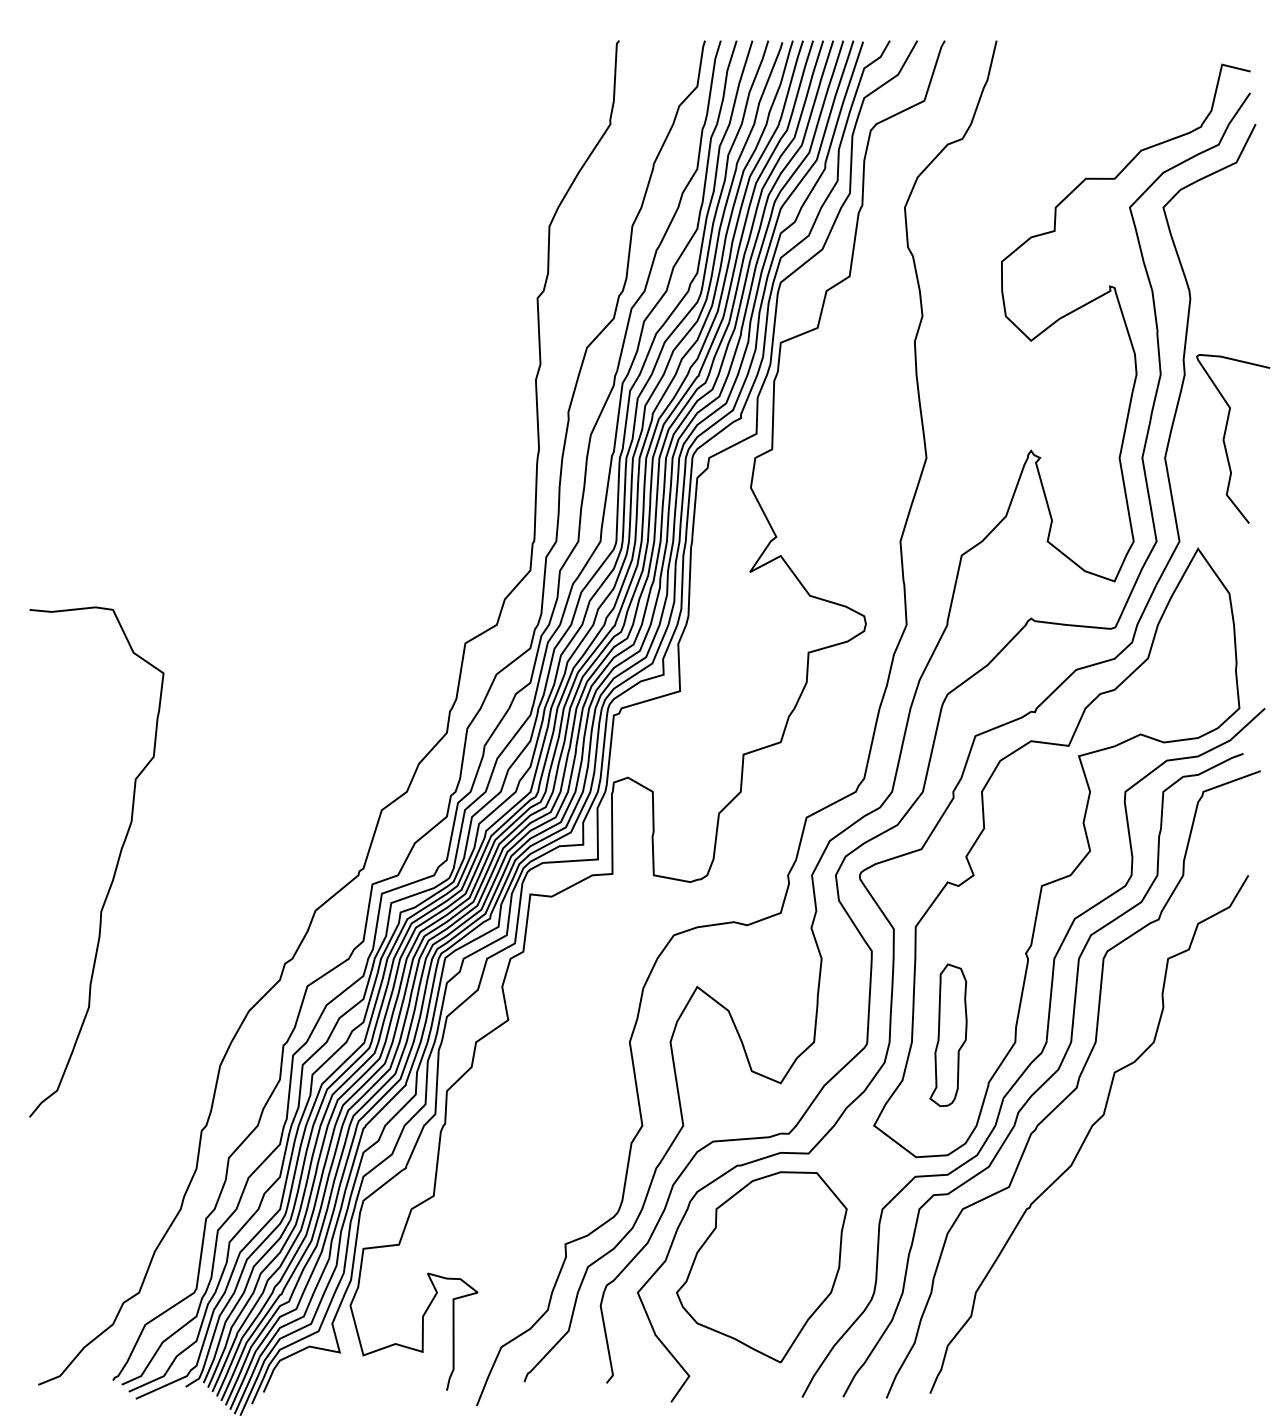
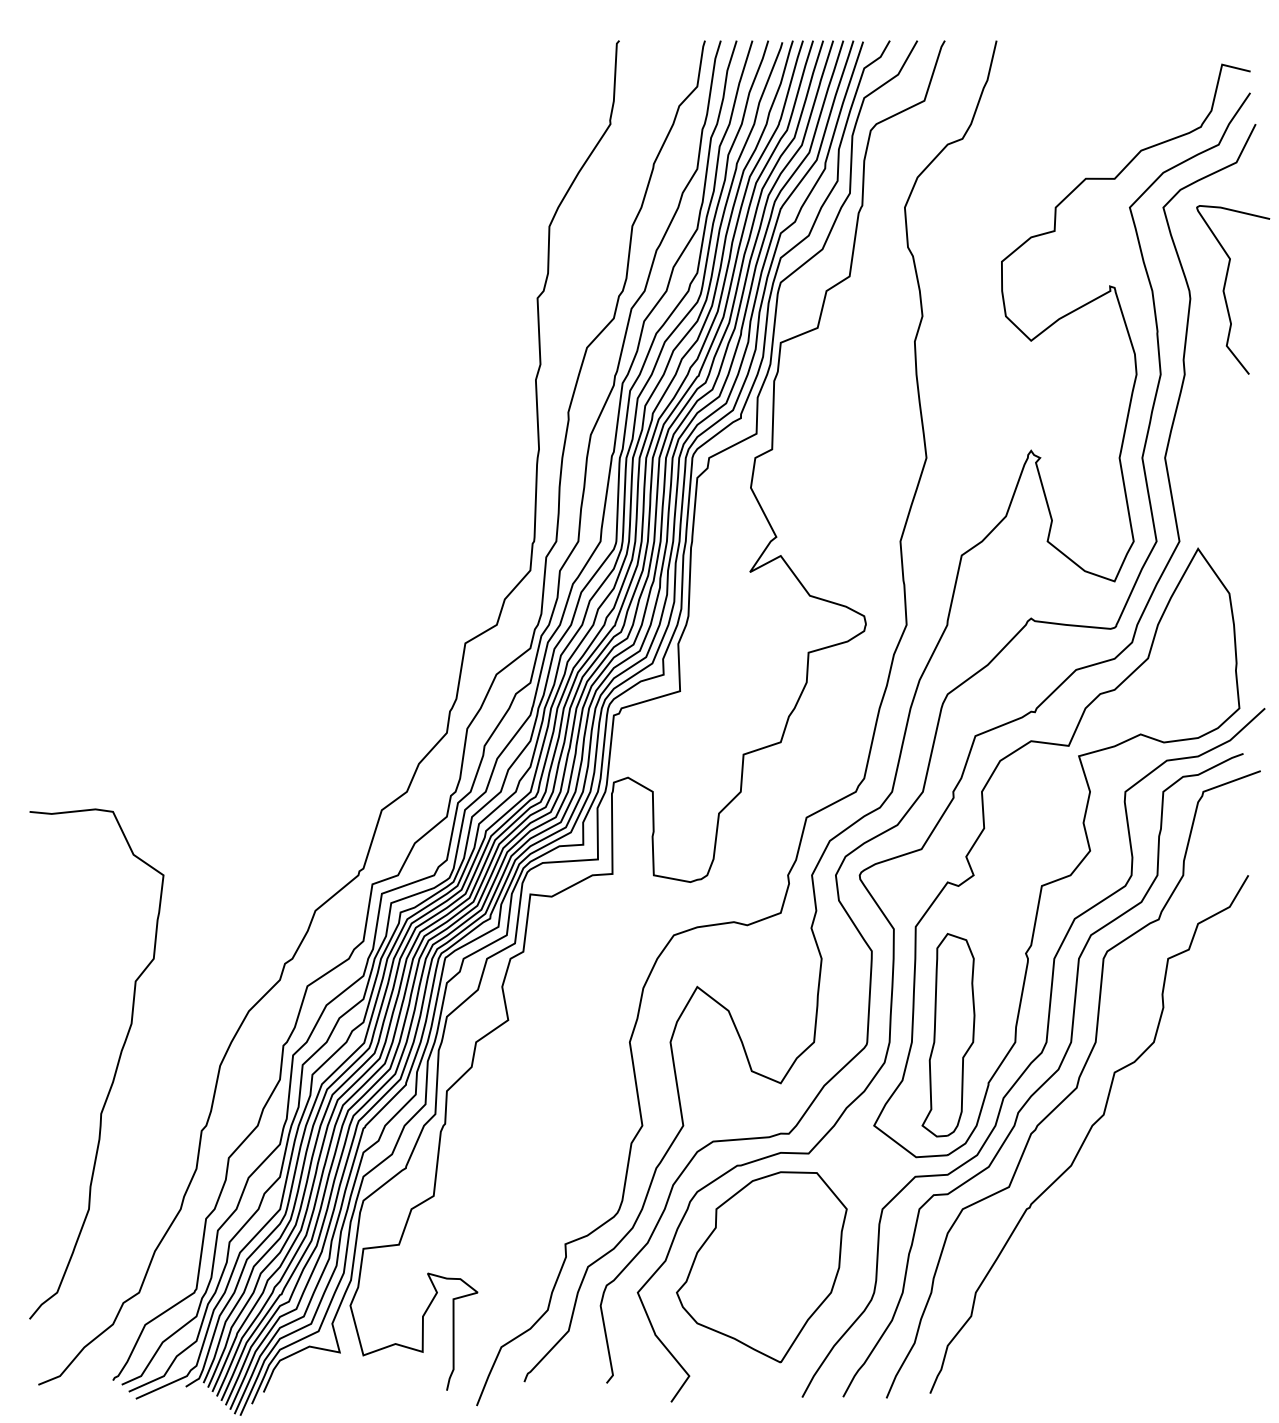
curve at (1225, 436) position: (1225, 436) -> (1225, 287)
curve at (115, 866) position: (115, 866) -> (115, 1068)
part at (948, 1035) size: 39x145 px -> 55x205 px
